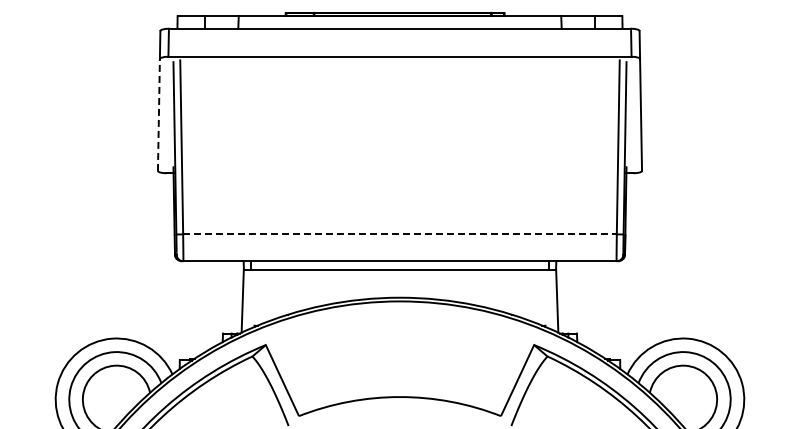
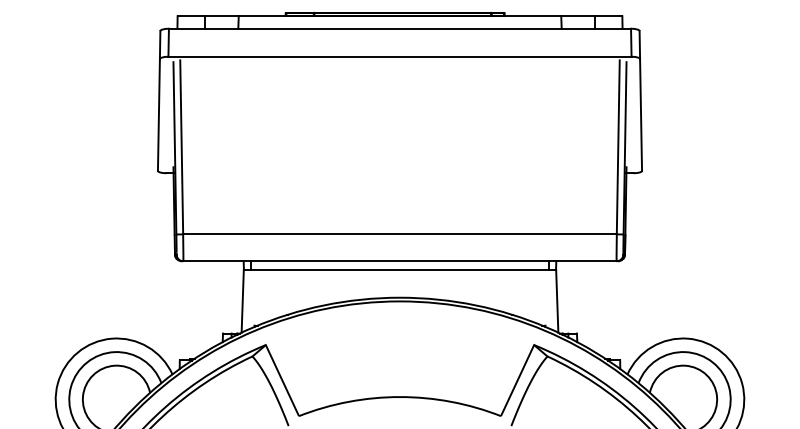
line at (158, 114): dashed -> solid
line at (399, 234): dashed -> solid
